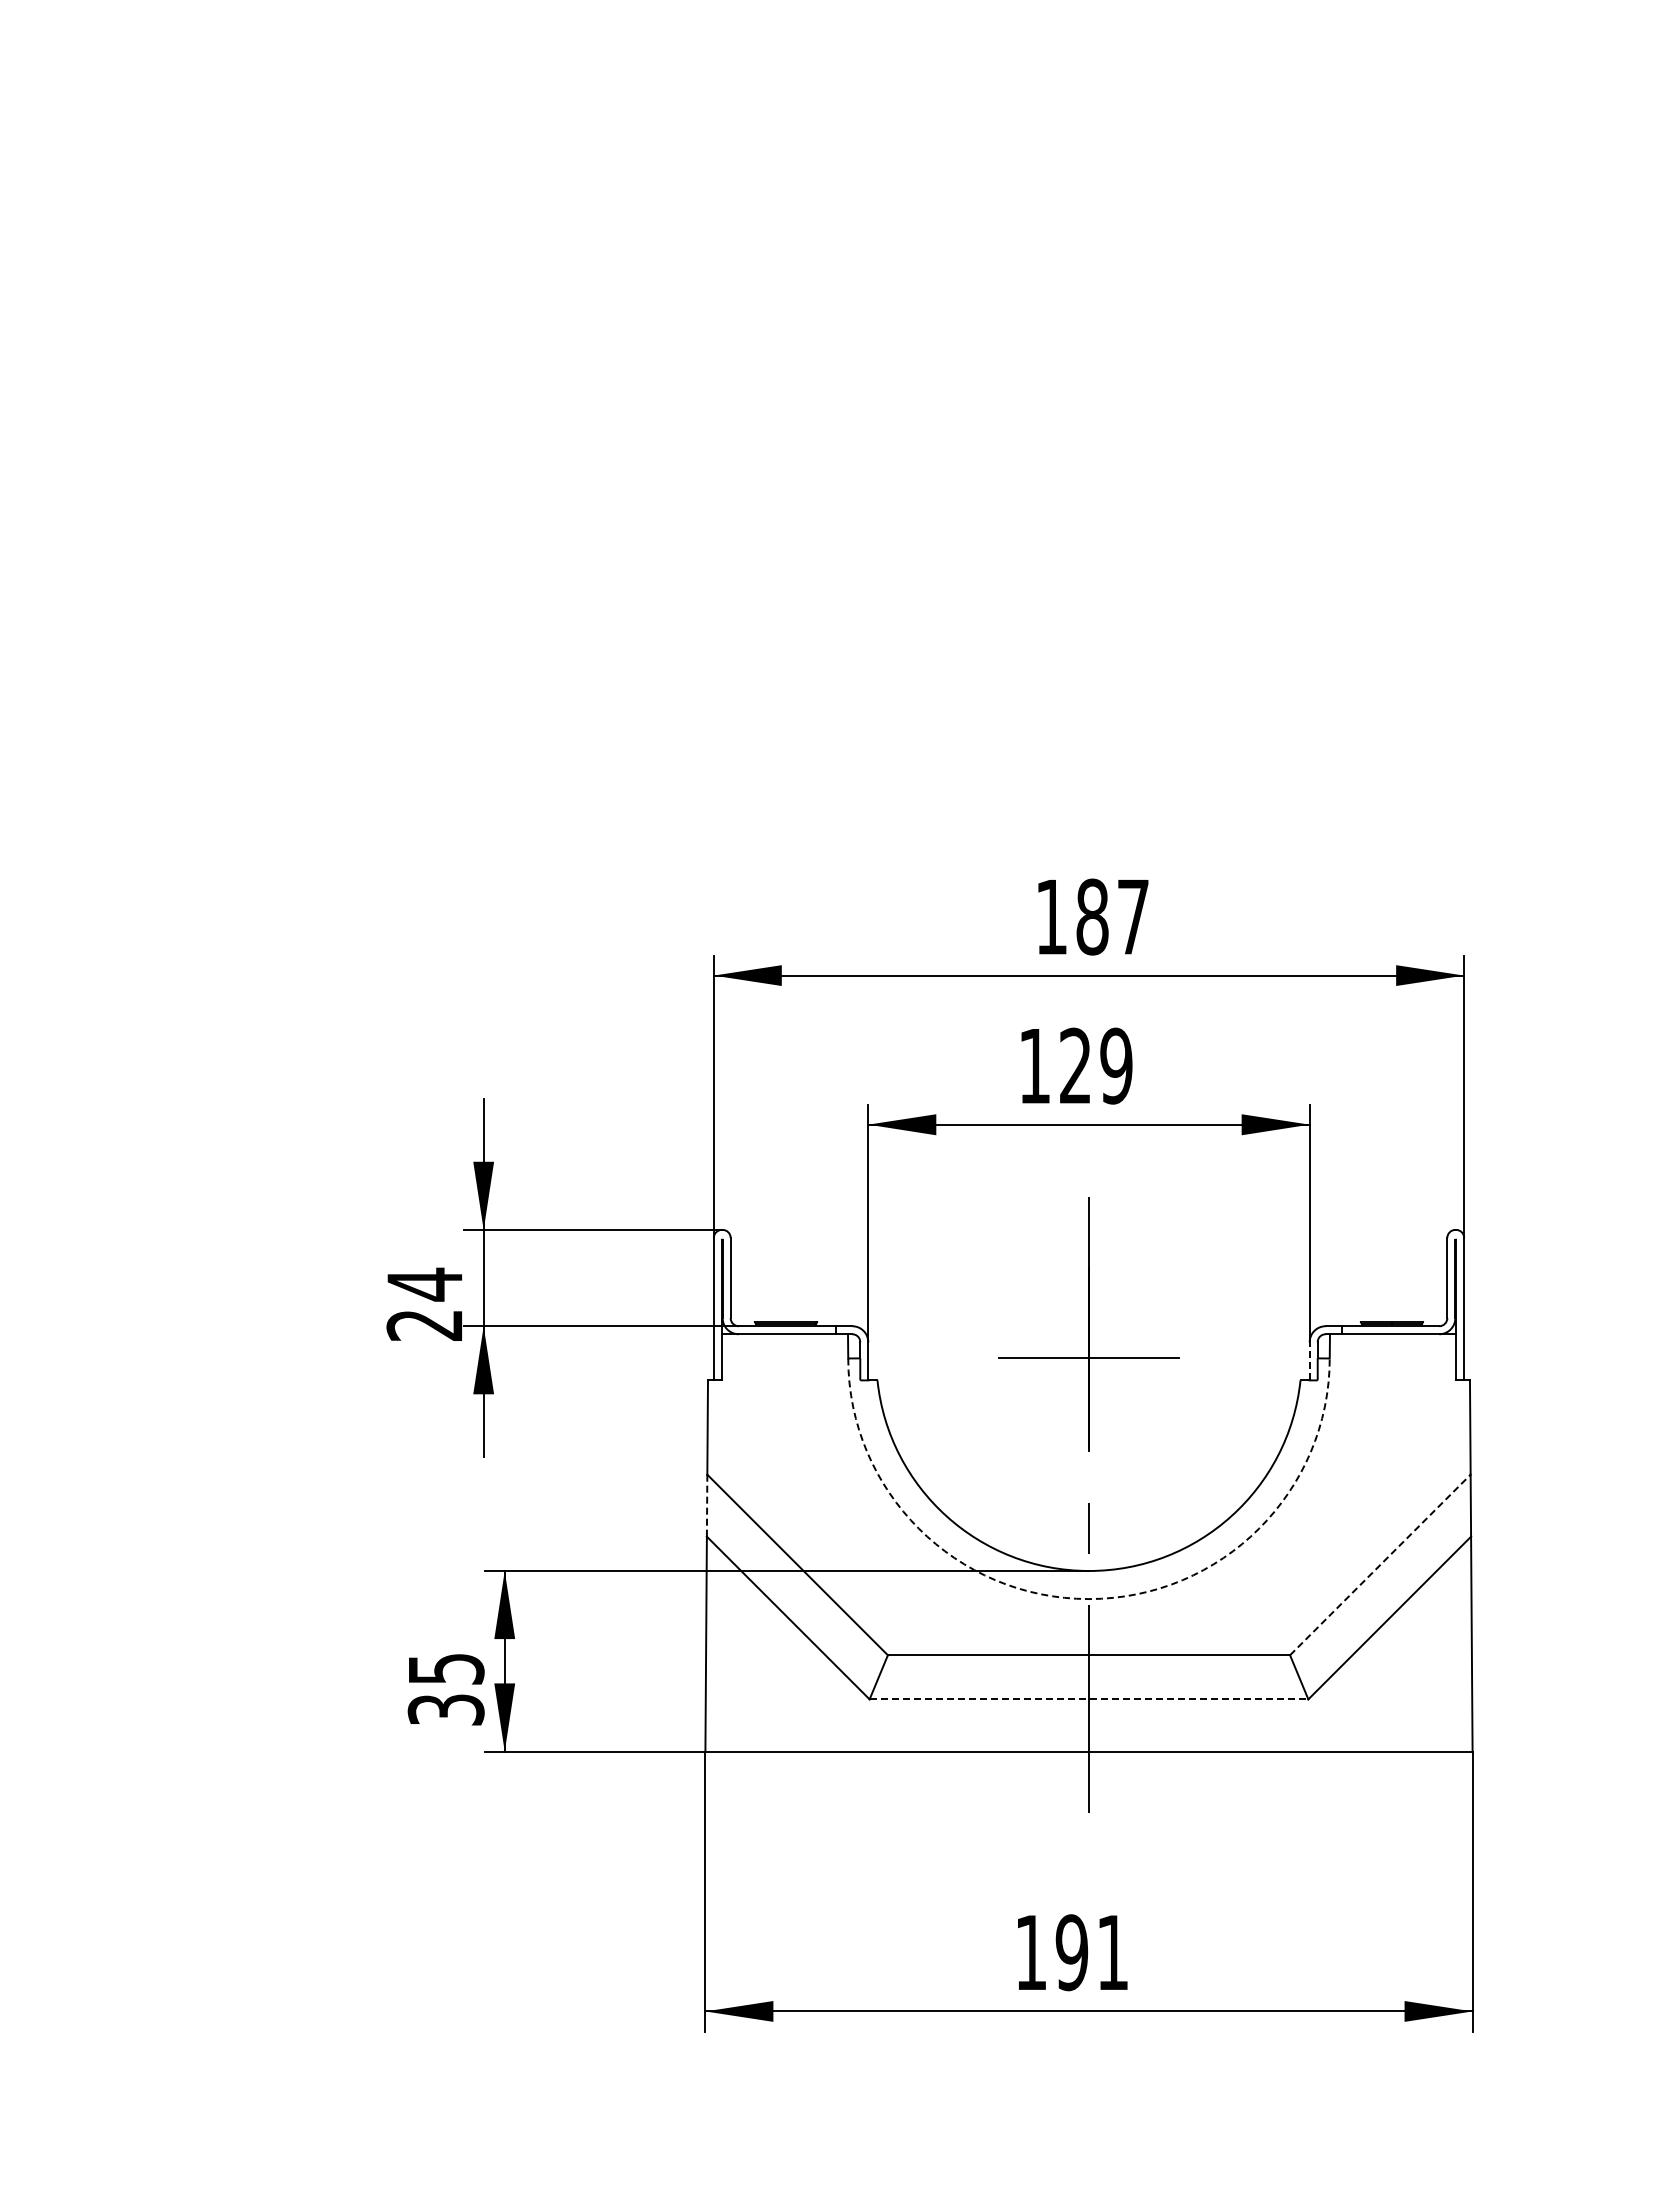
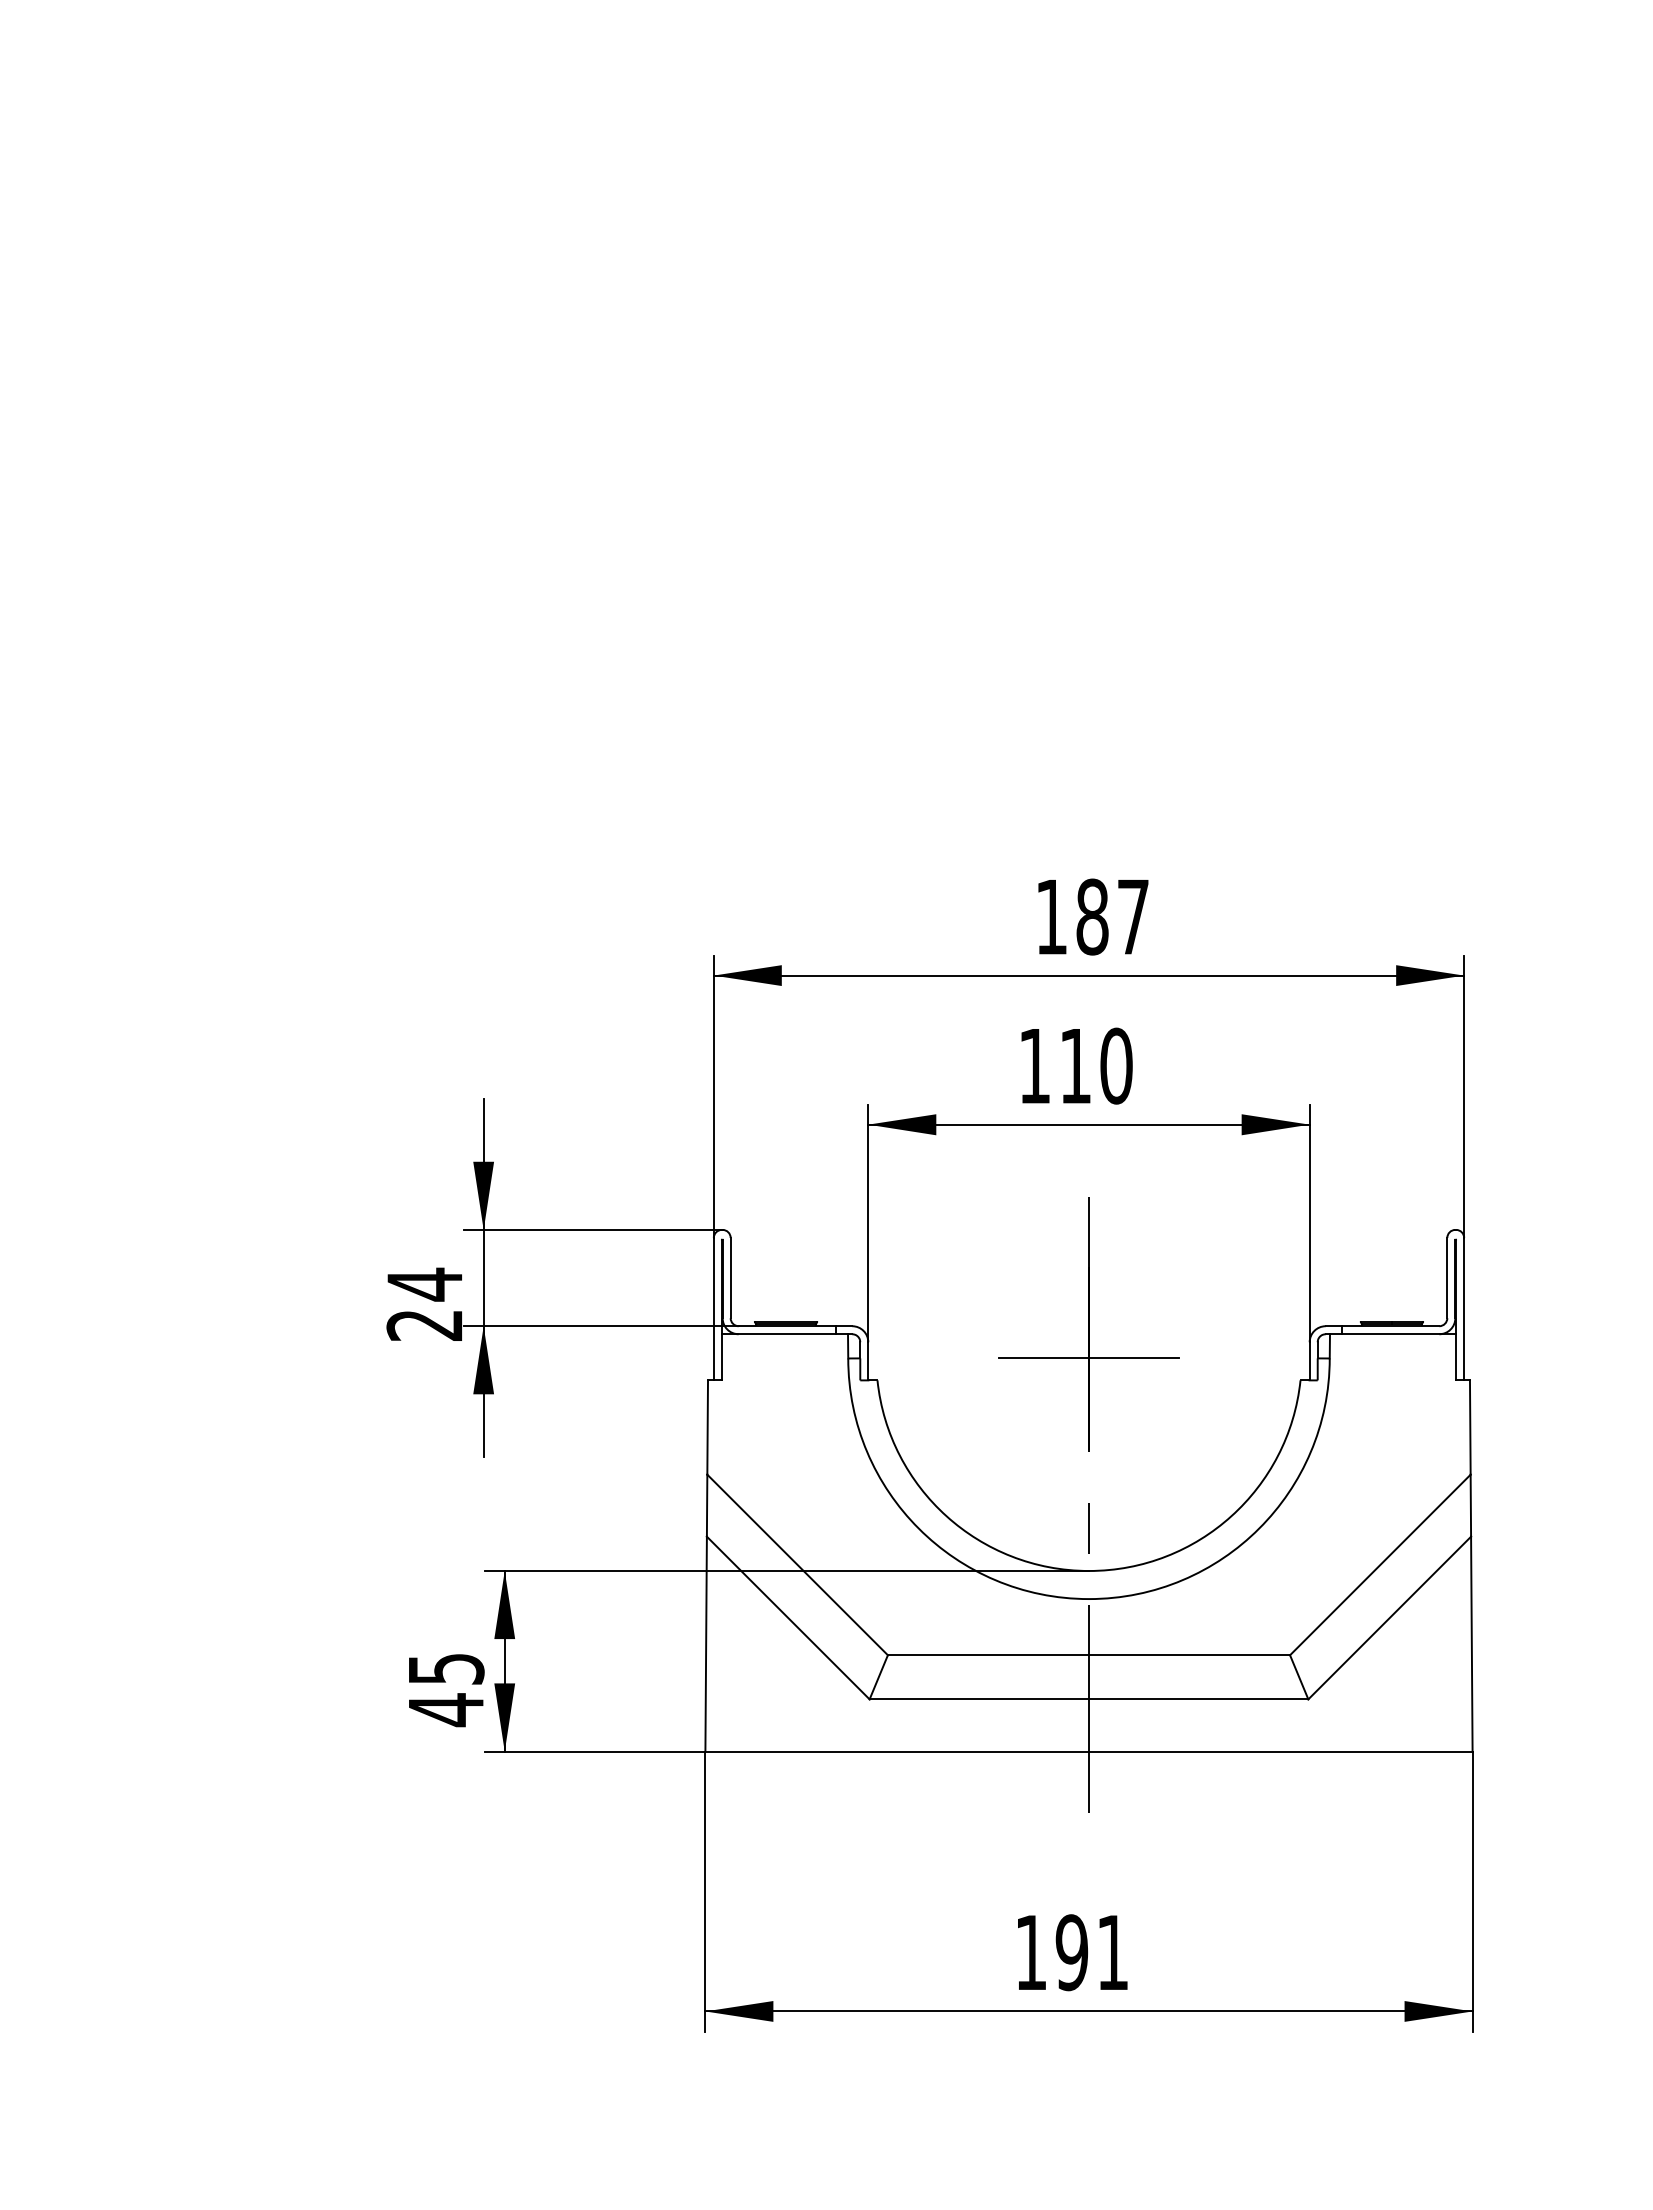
text at (1096, 1065): 129 -> 110
line at (1309, 1360): dashed -> solid
line at (707, 1505): dashed -> solid
line at (1380, 1564): dashed -> solid
arc at (1089, 1599): dashed -> solid
line at (1089, 1699): dashed -> solid
text at (445, 1710): 35 -> 45
